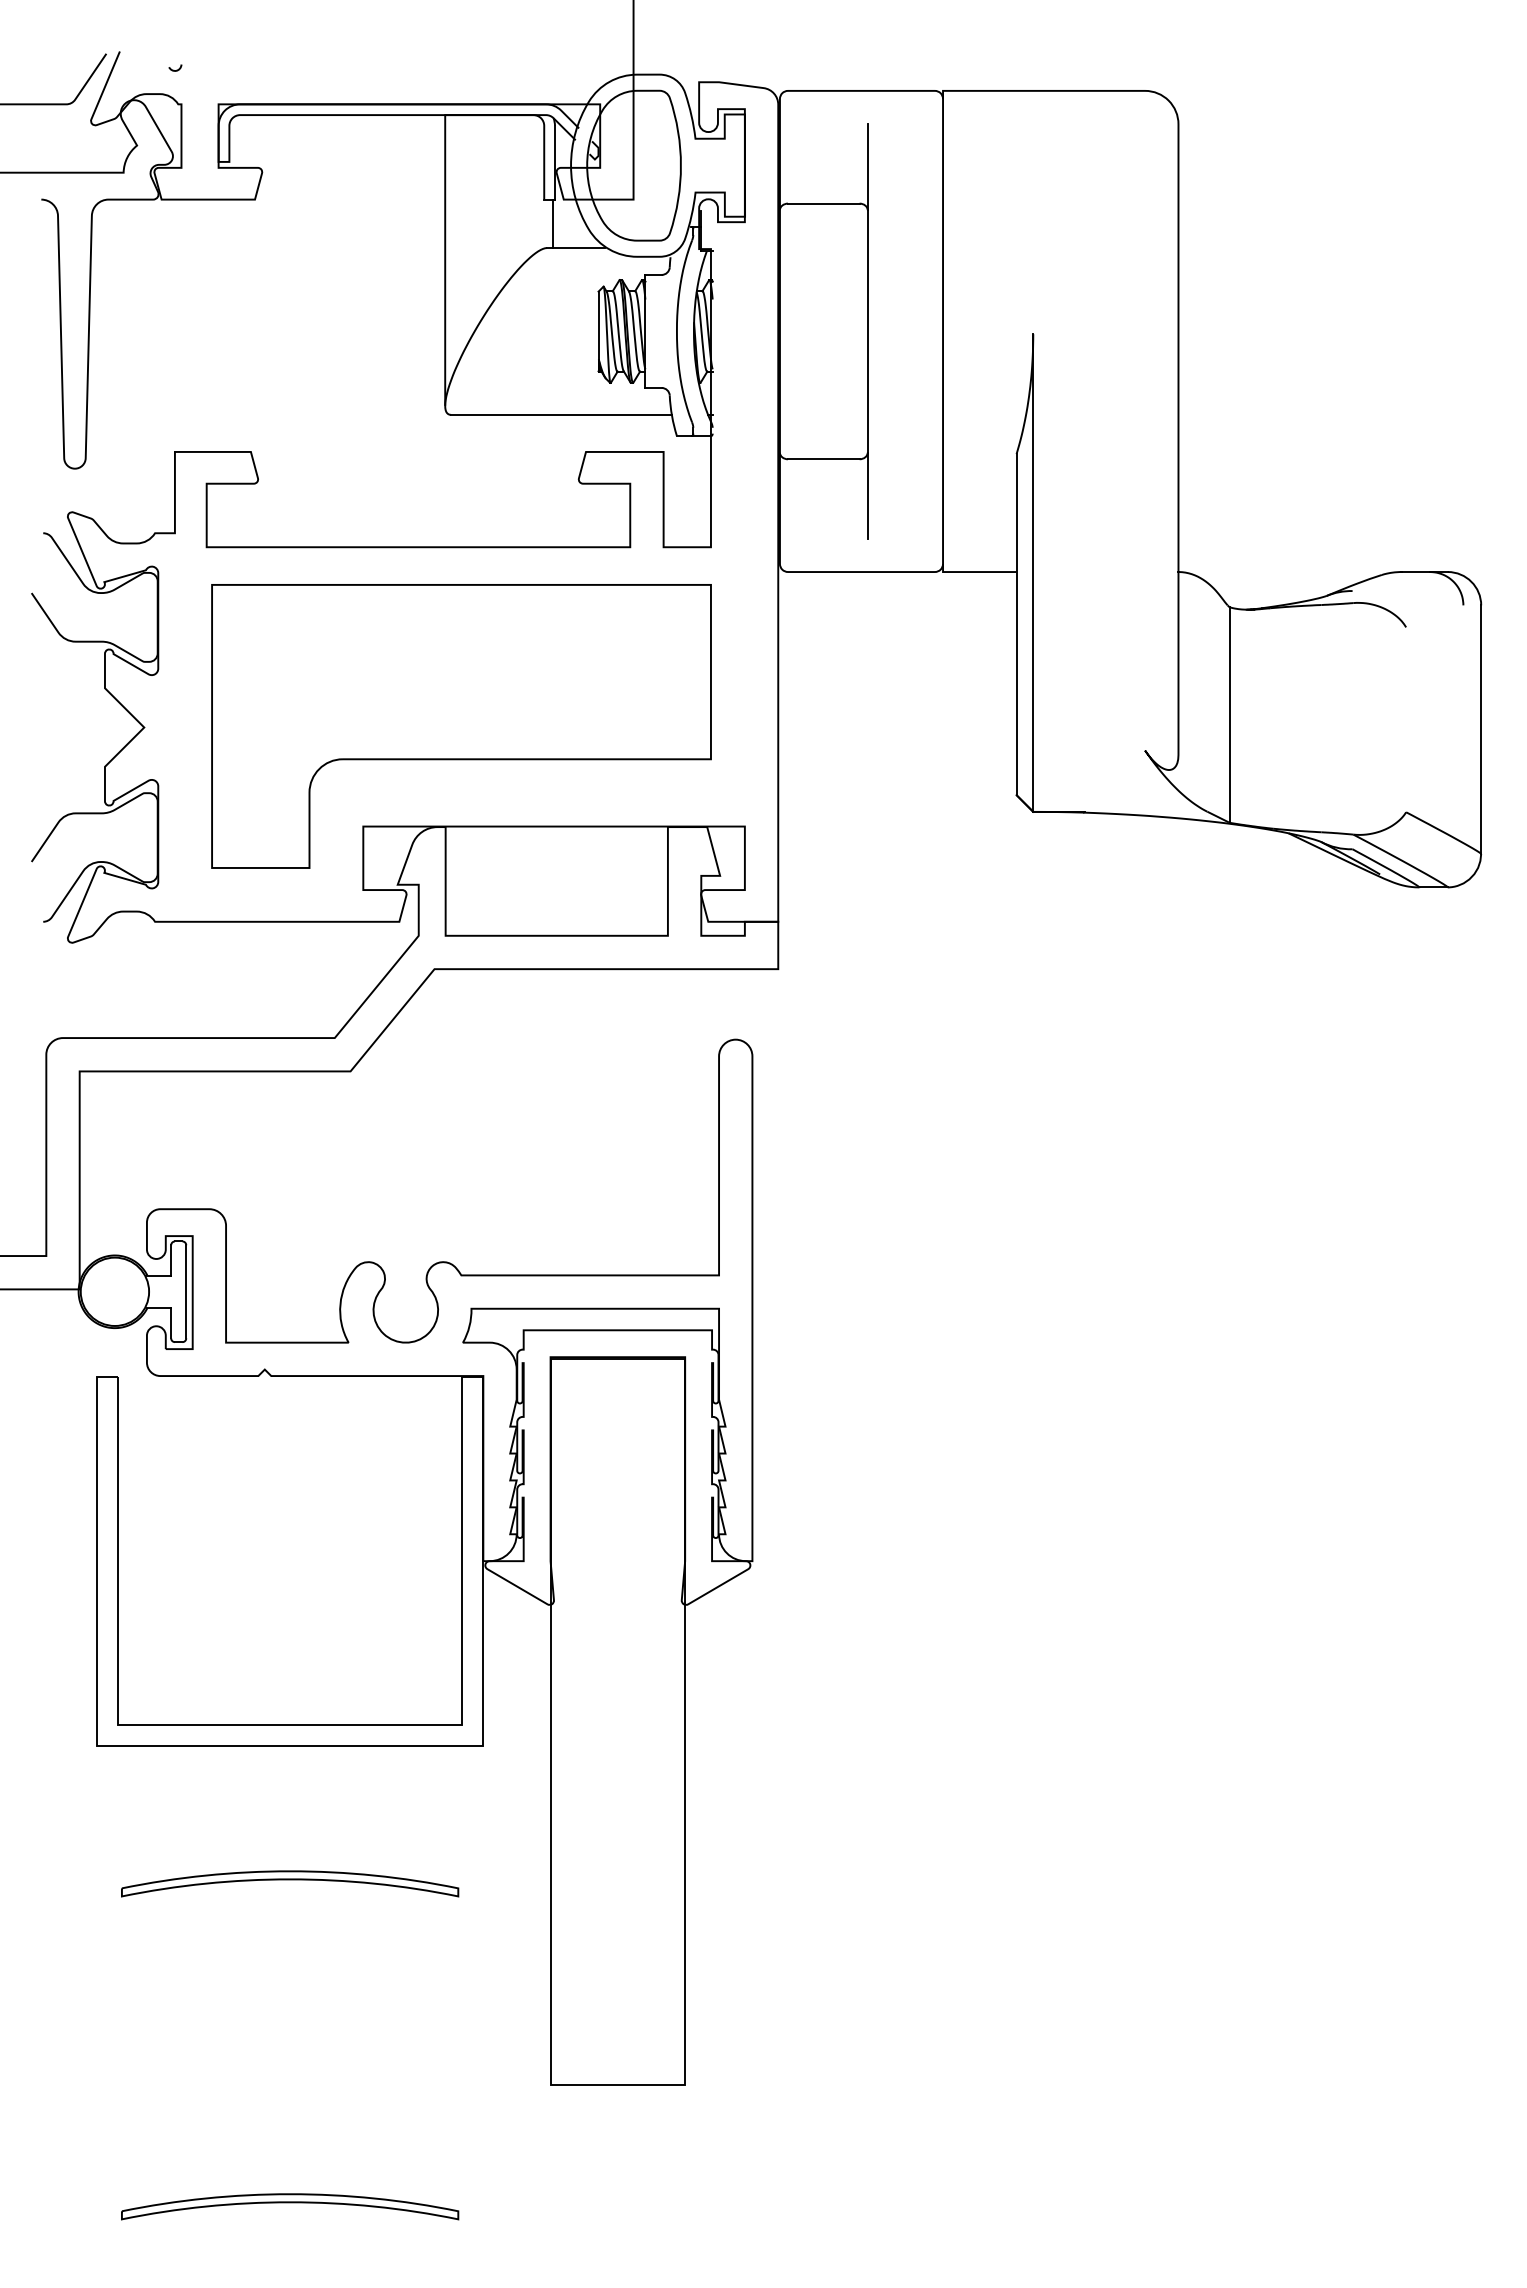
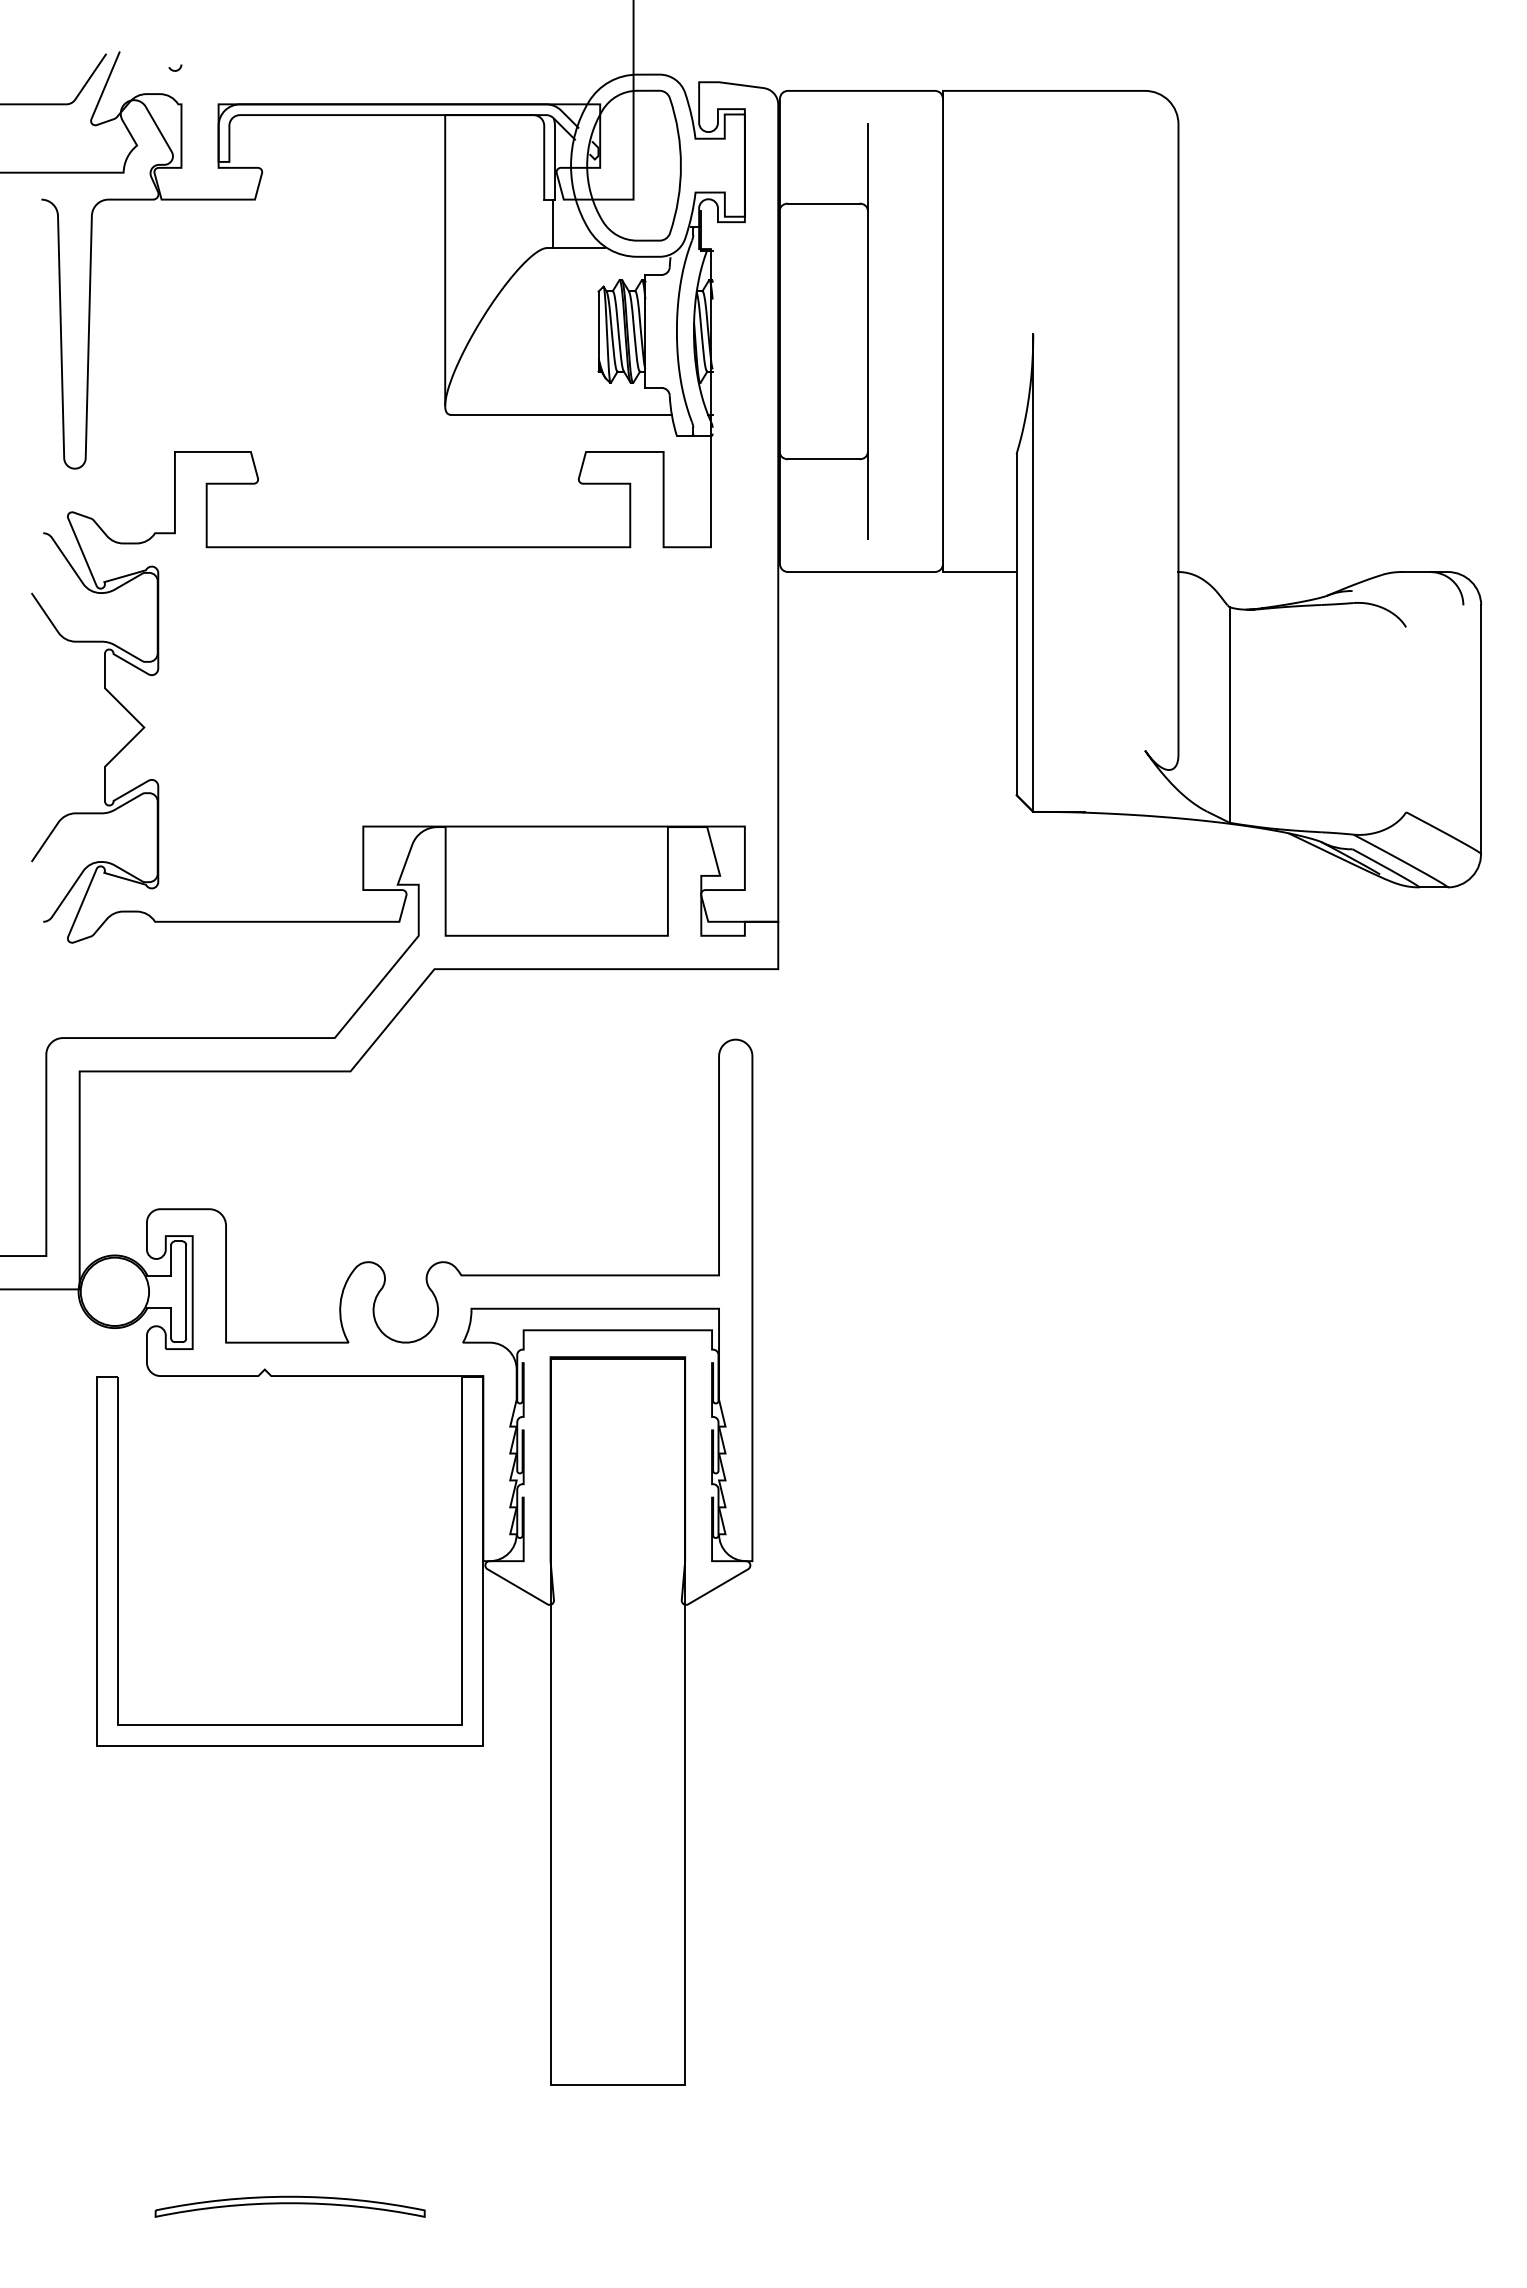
part at (461, 726): present -> none
part at (290, 1883): present -> none
part at (290, 2206) size: 339x28 px -> 272x23 px
